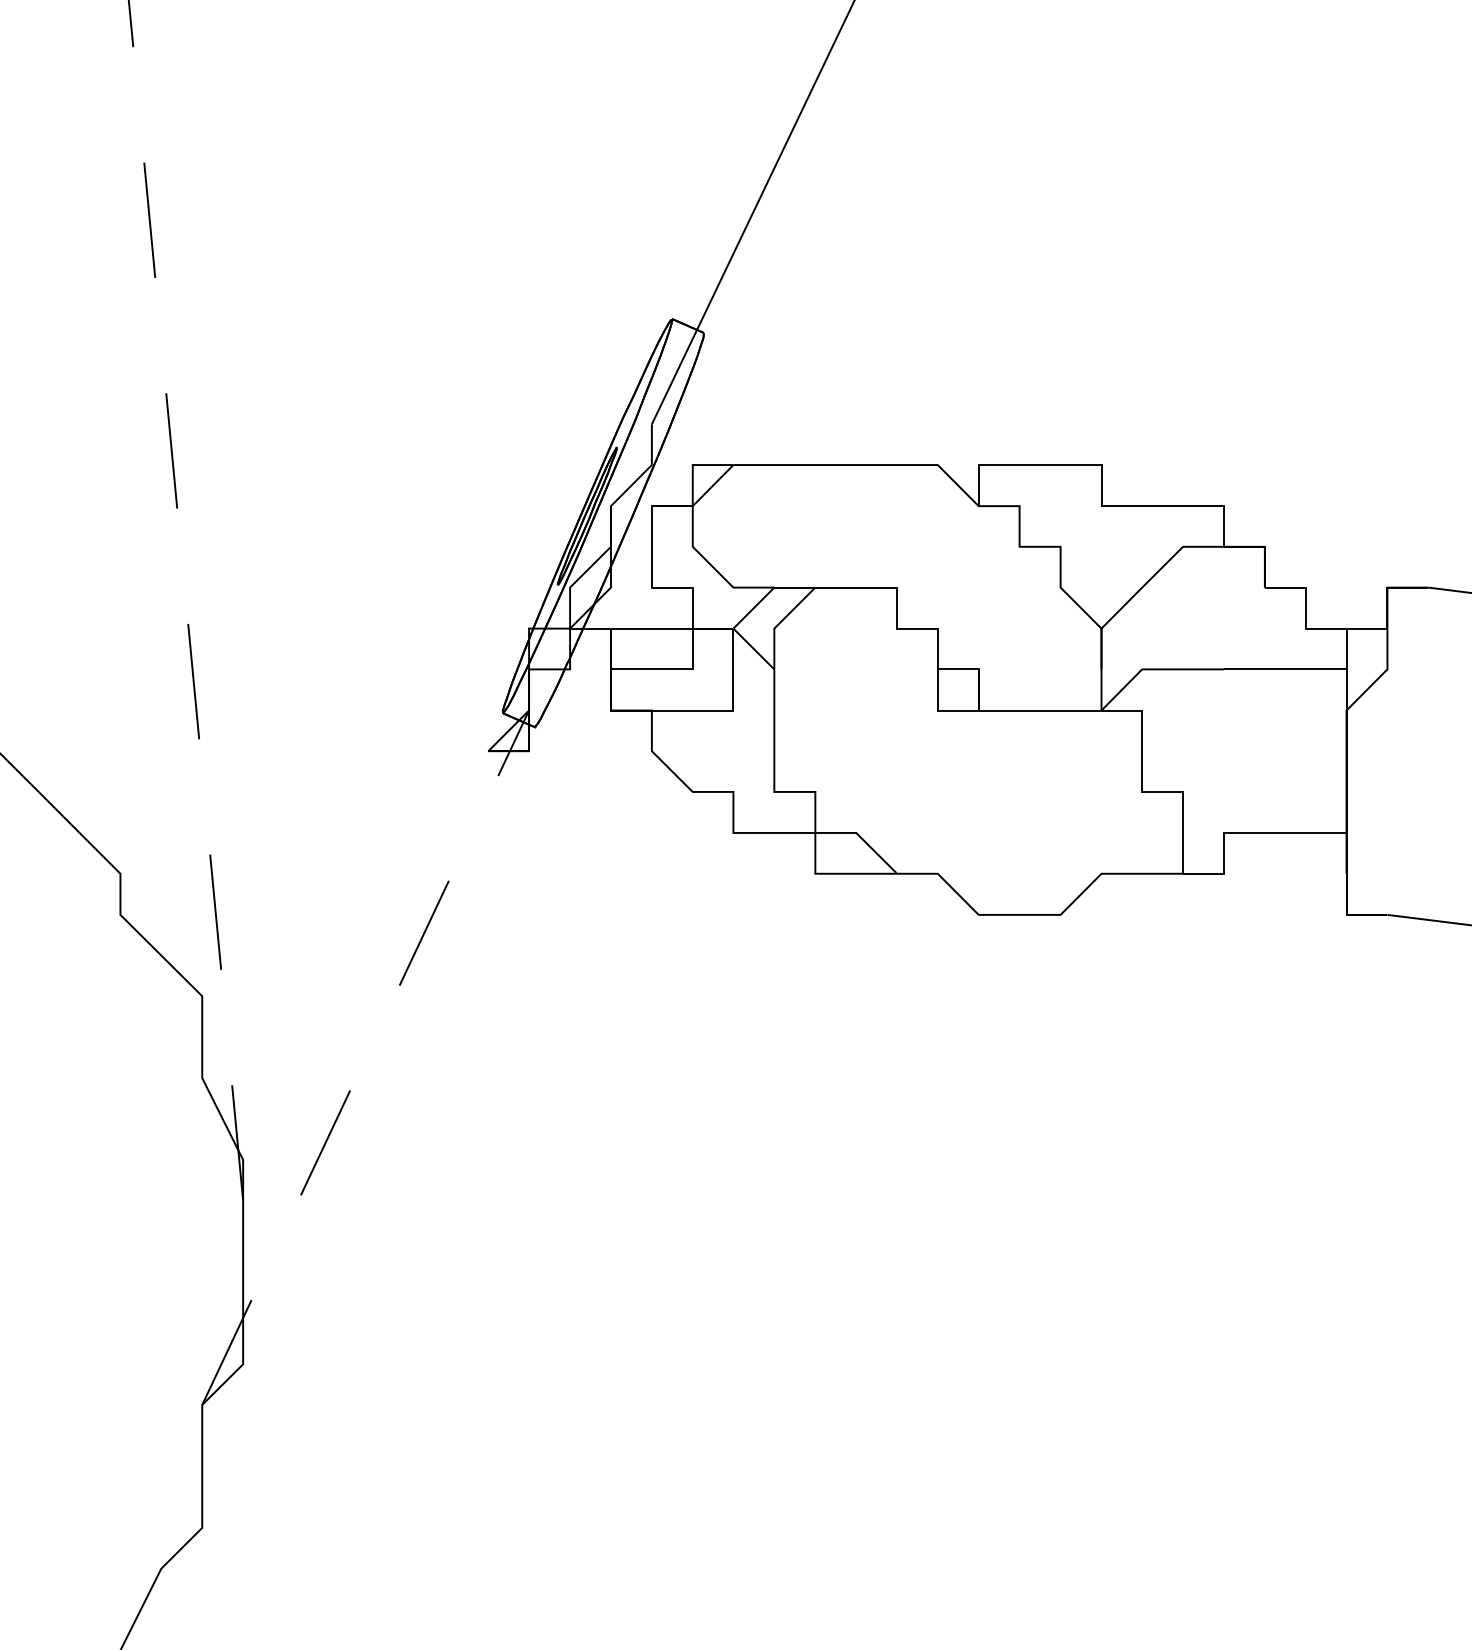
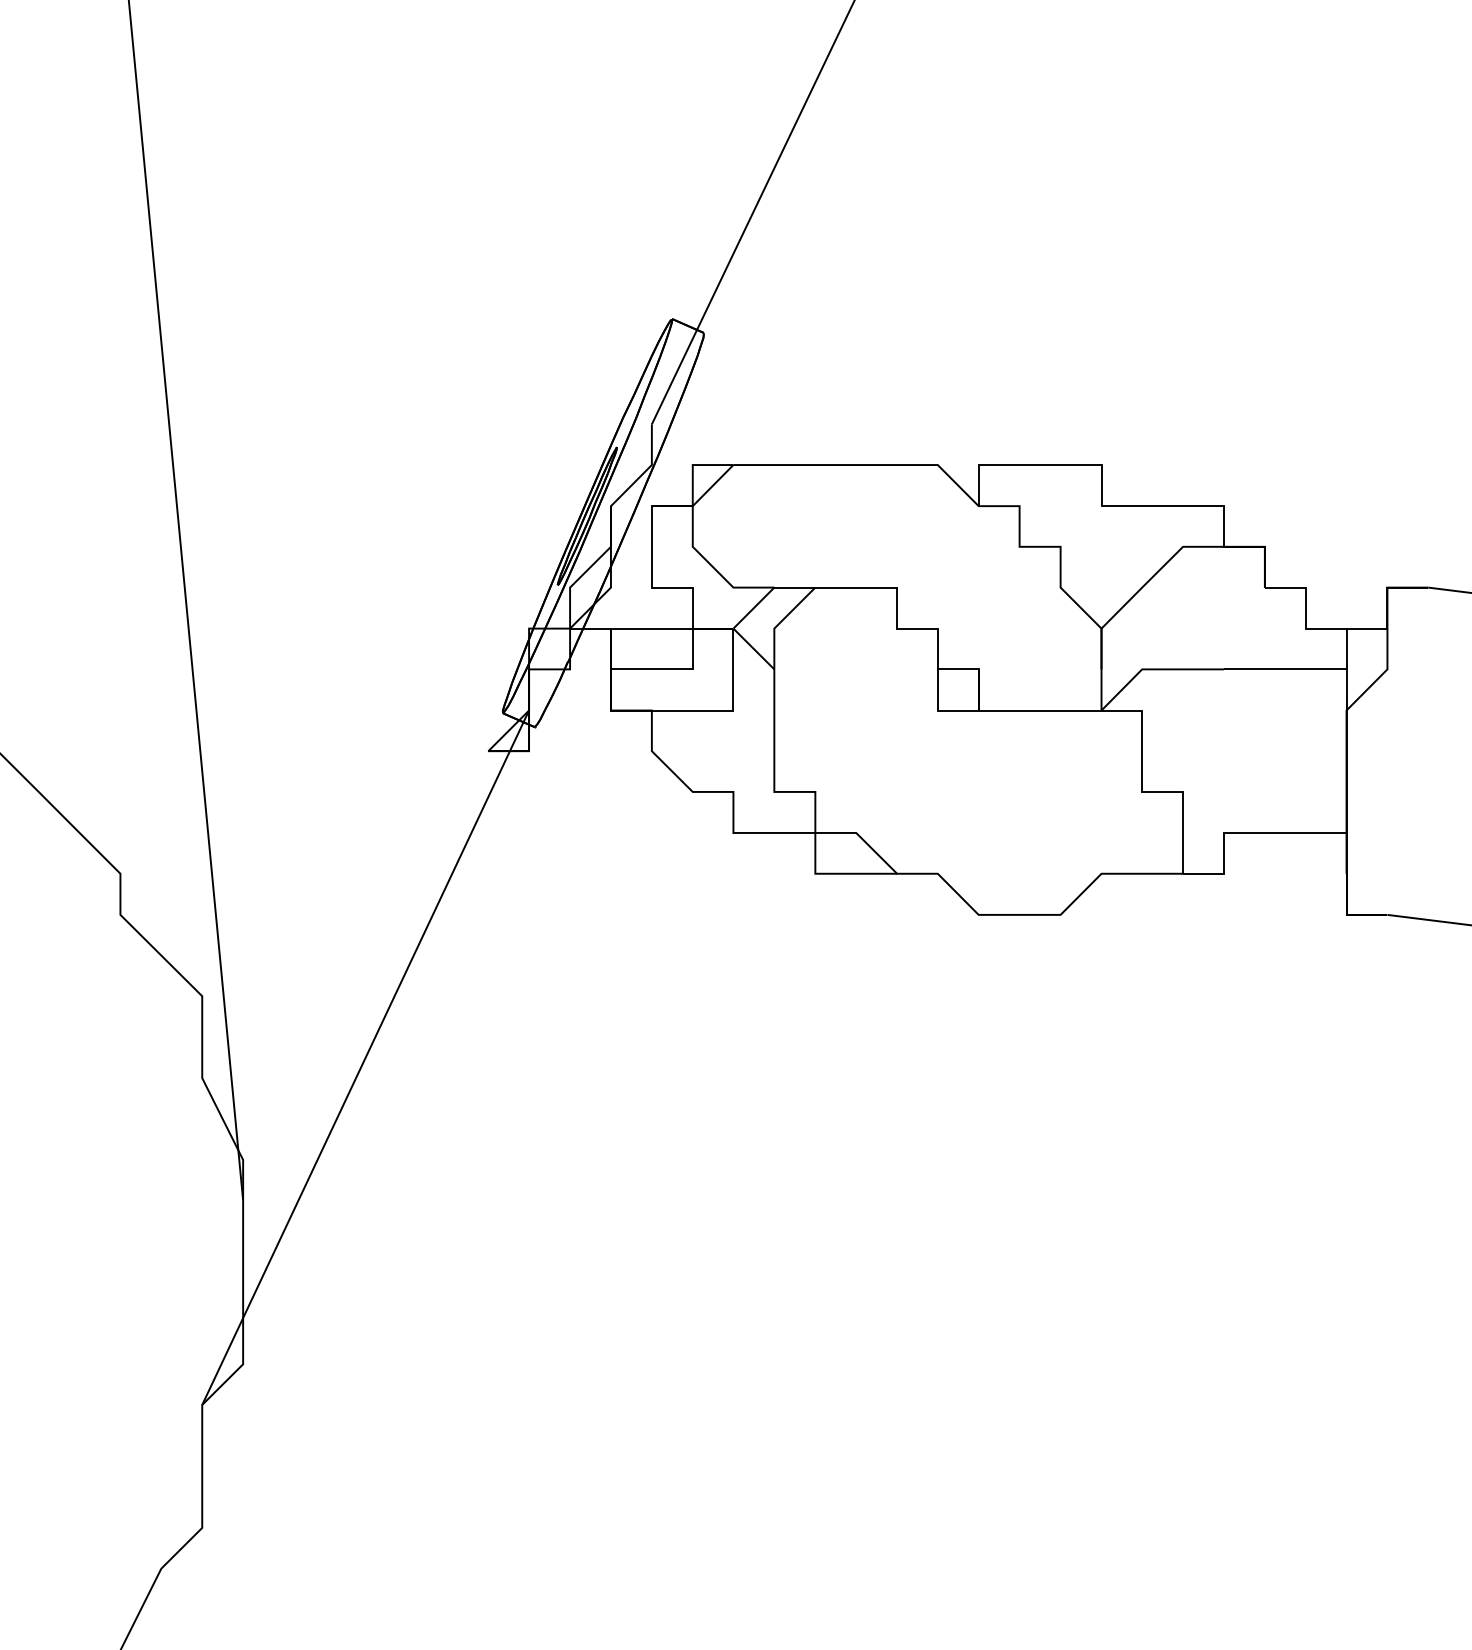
line at (186, 600): dashed -> solid
line at (365, 1057): dashed -> solid
